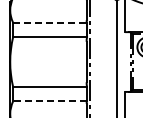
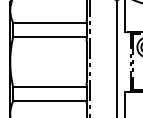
line at (50, 22): dashed -> solid
line at (50, 101): dashed -> solid
